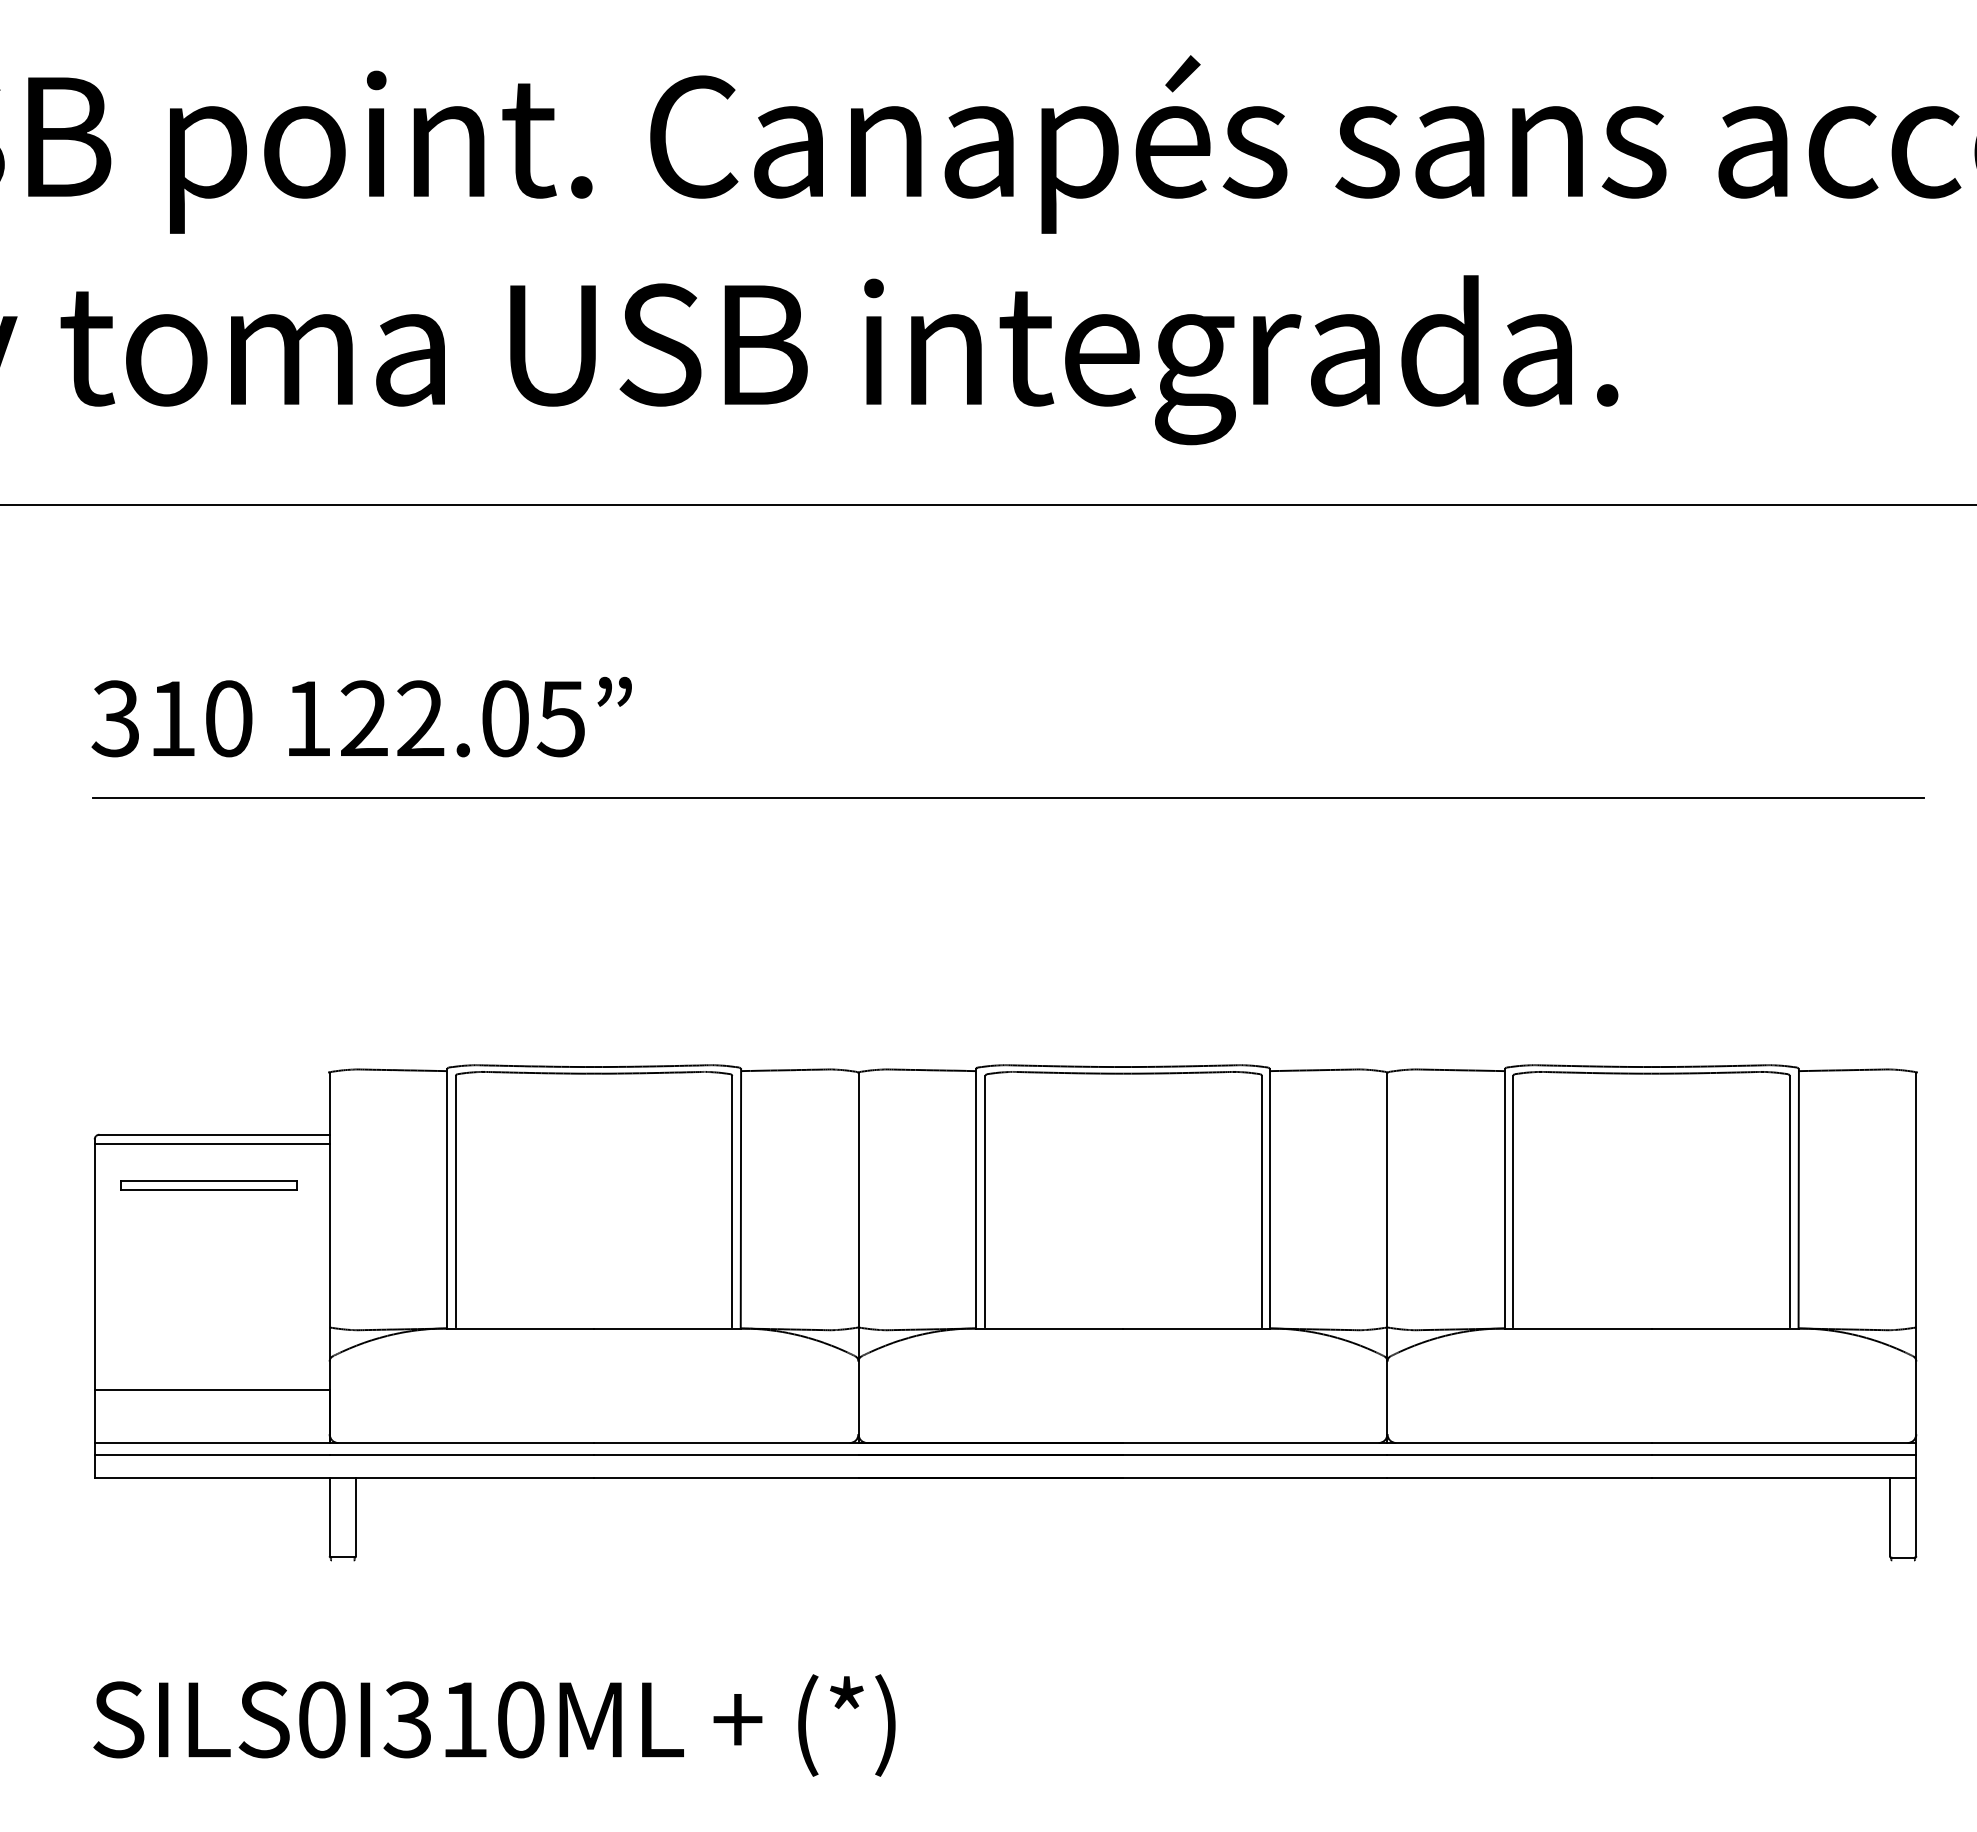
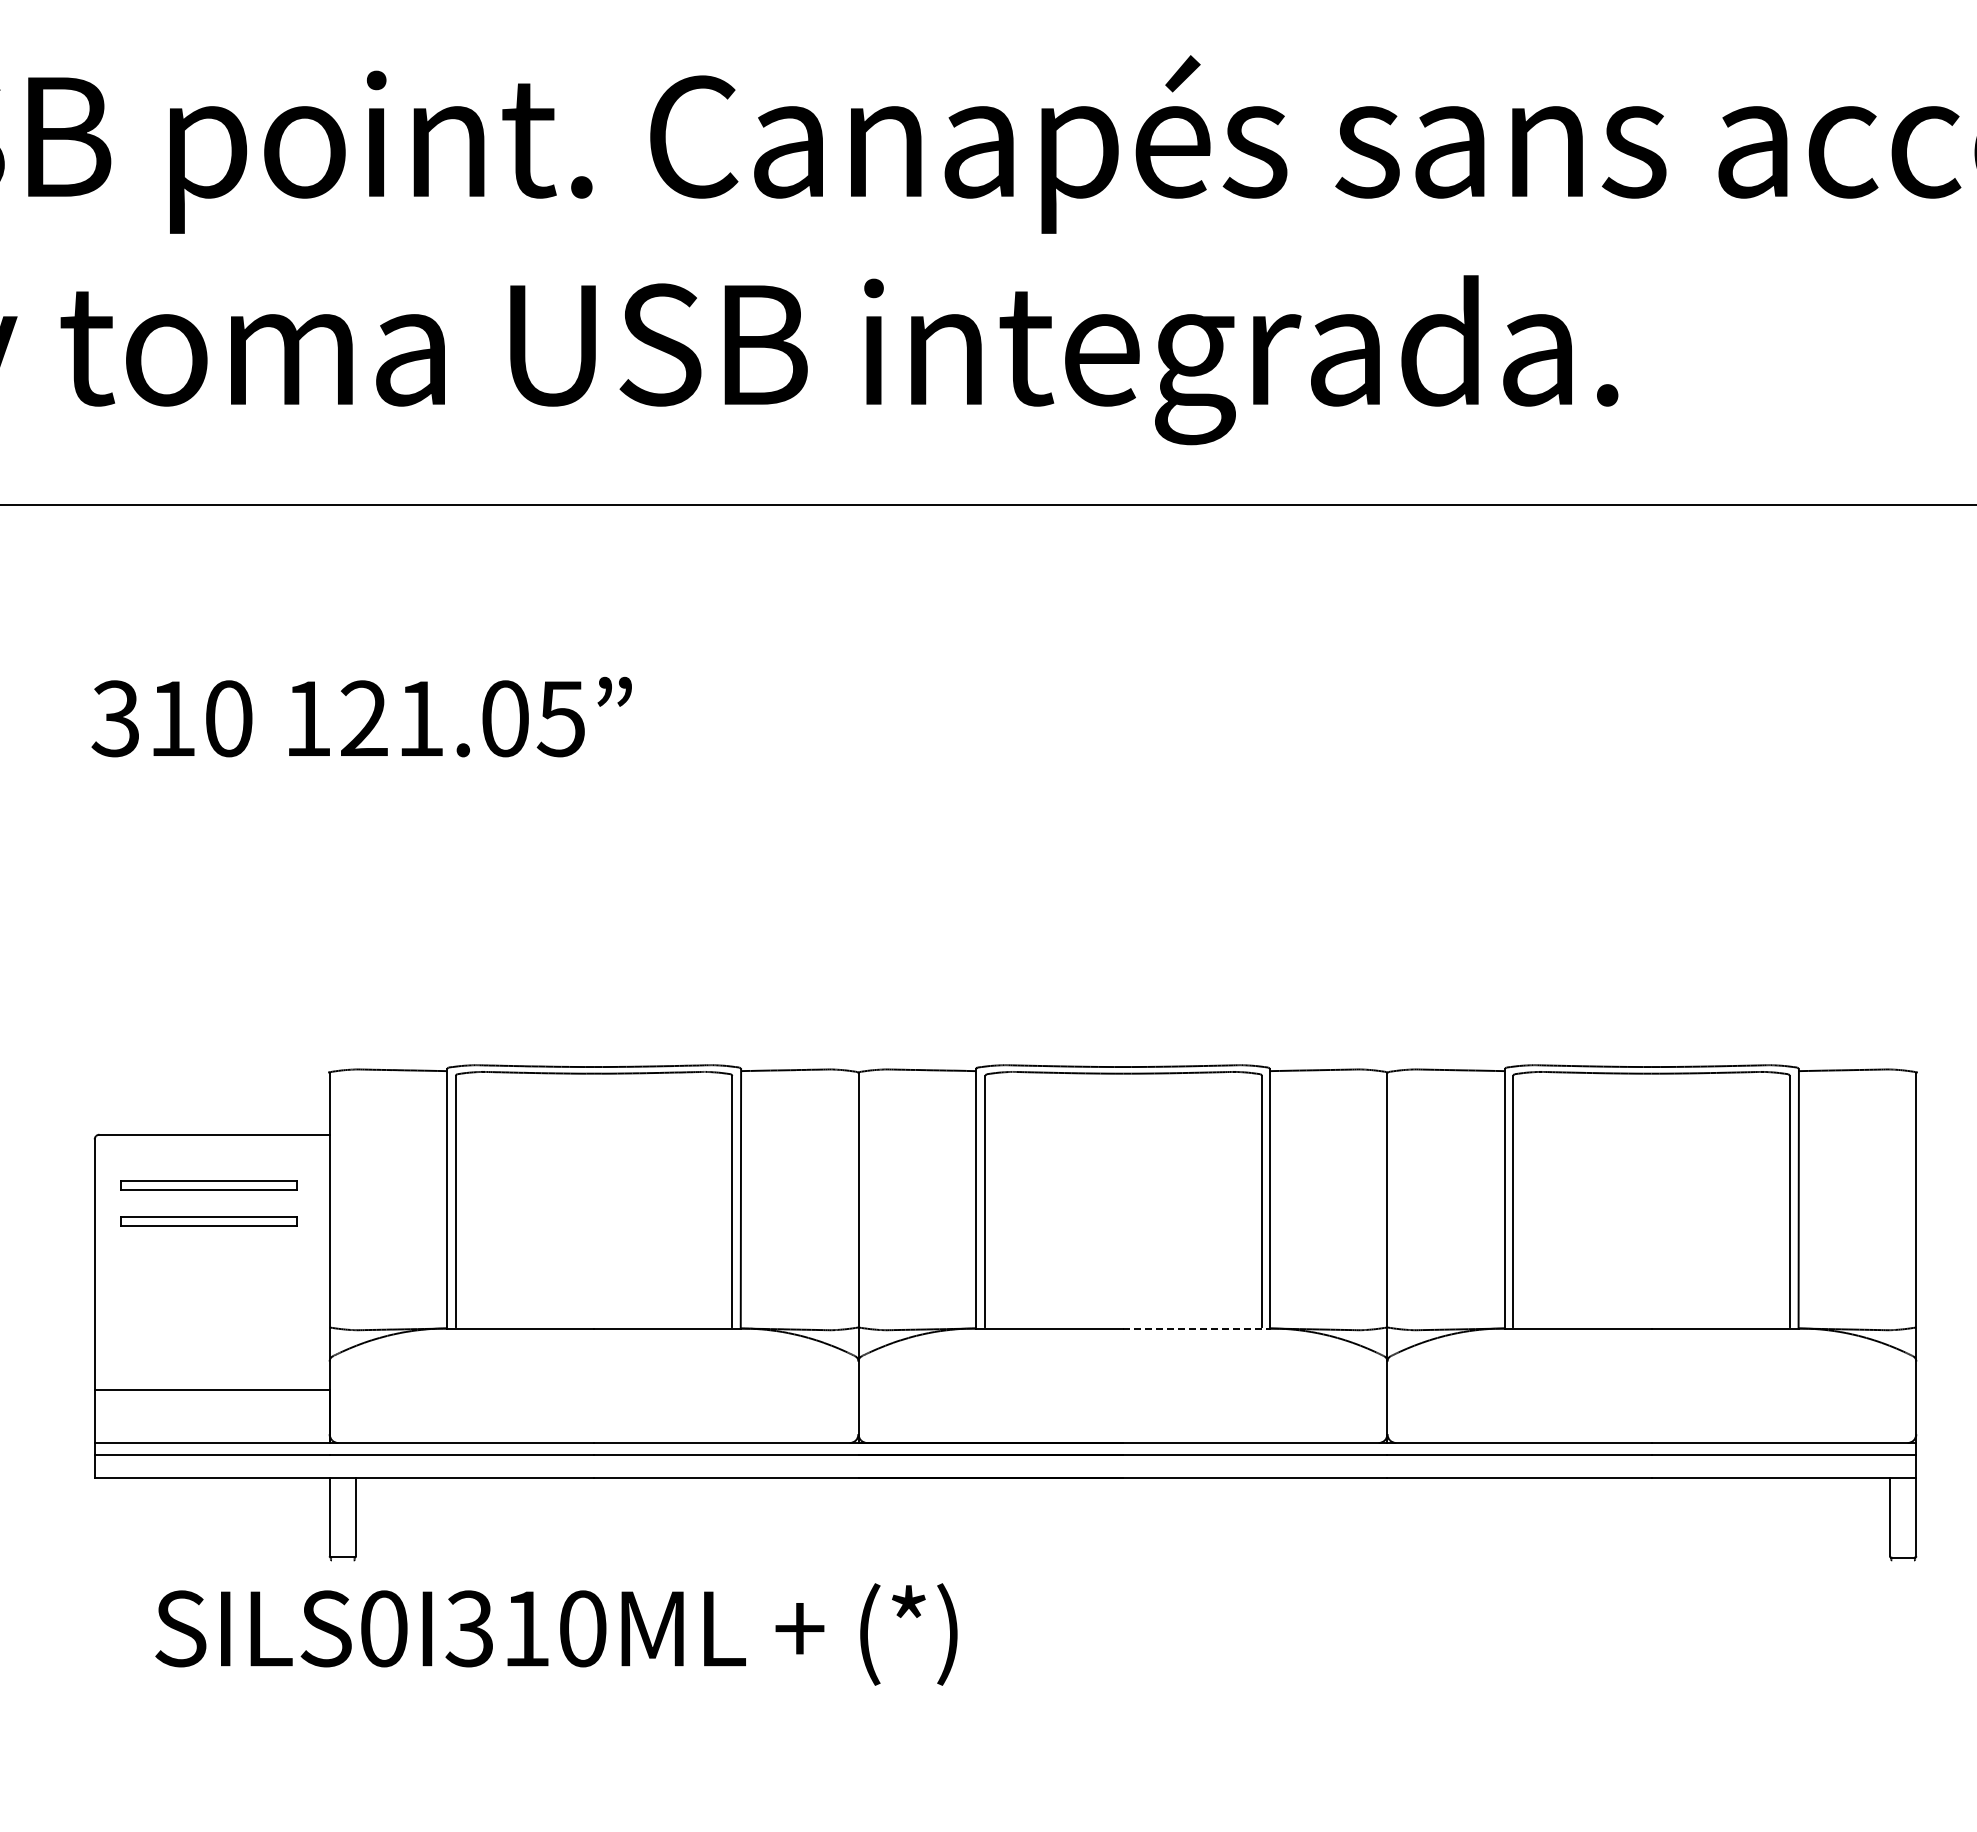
text at (420, 717): 122.05 -> 121.05
line at (1008, 798): present -> none
line at (211, 1144): present -> none
part at (208, 1221): none -> present
line at (1196, 1328): solid -> dashed
text at (494, 1725) position: (494, 1725) -> (556, 1634)
